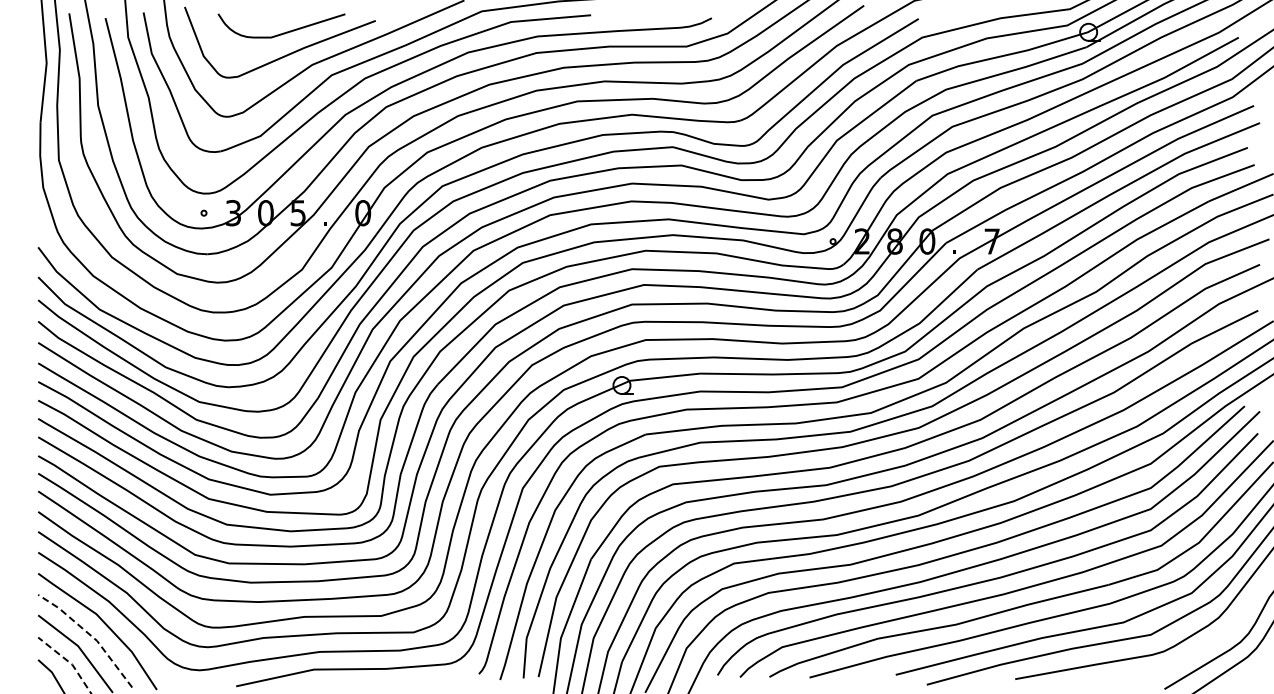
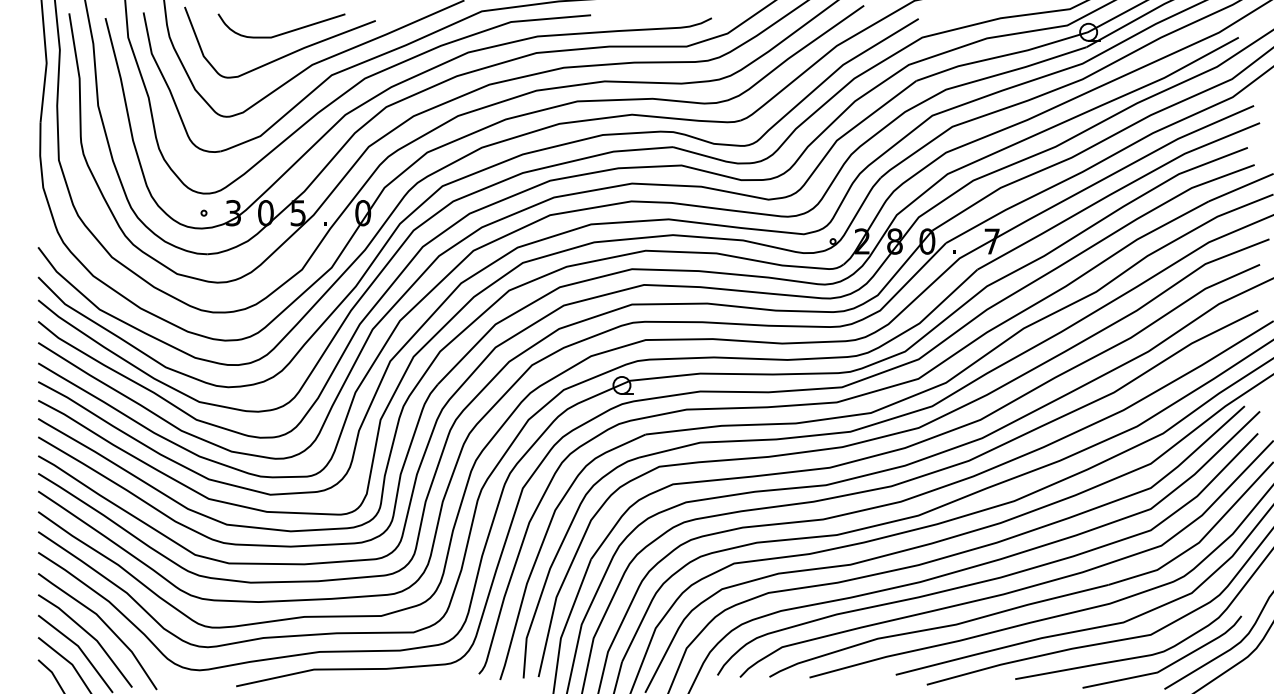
line at (90, 635): dashed -> solid
line at (69, 662): dashed -> solid
curve at (1169, 664): none -> present
